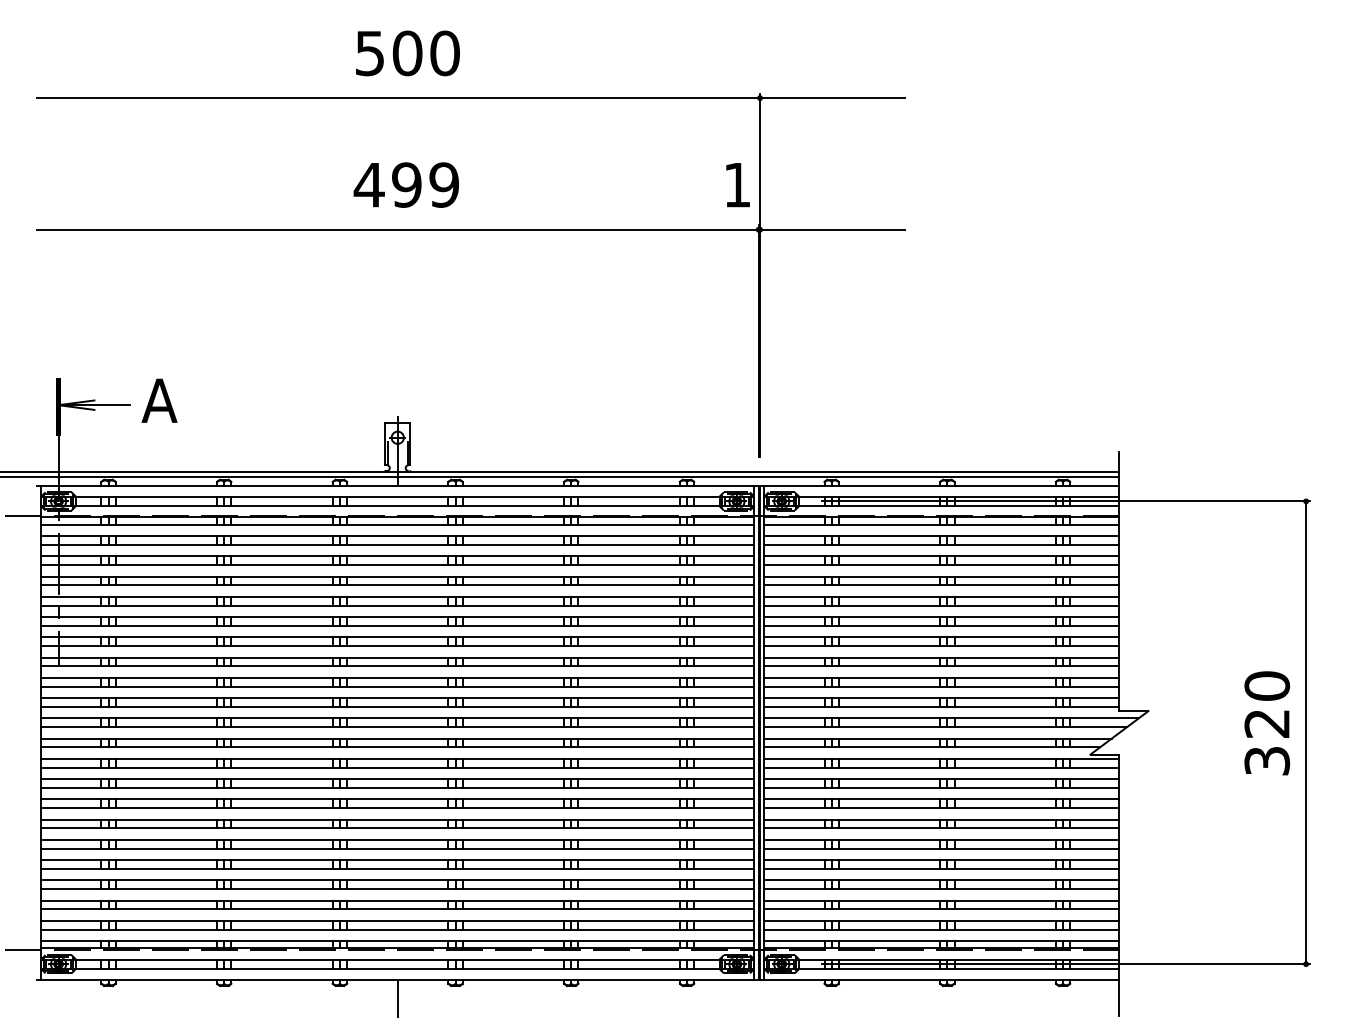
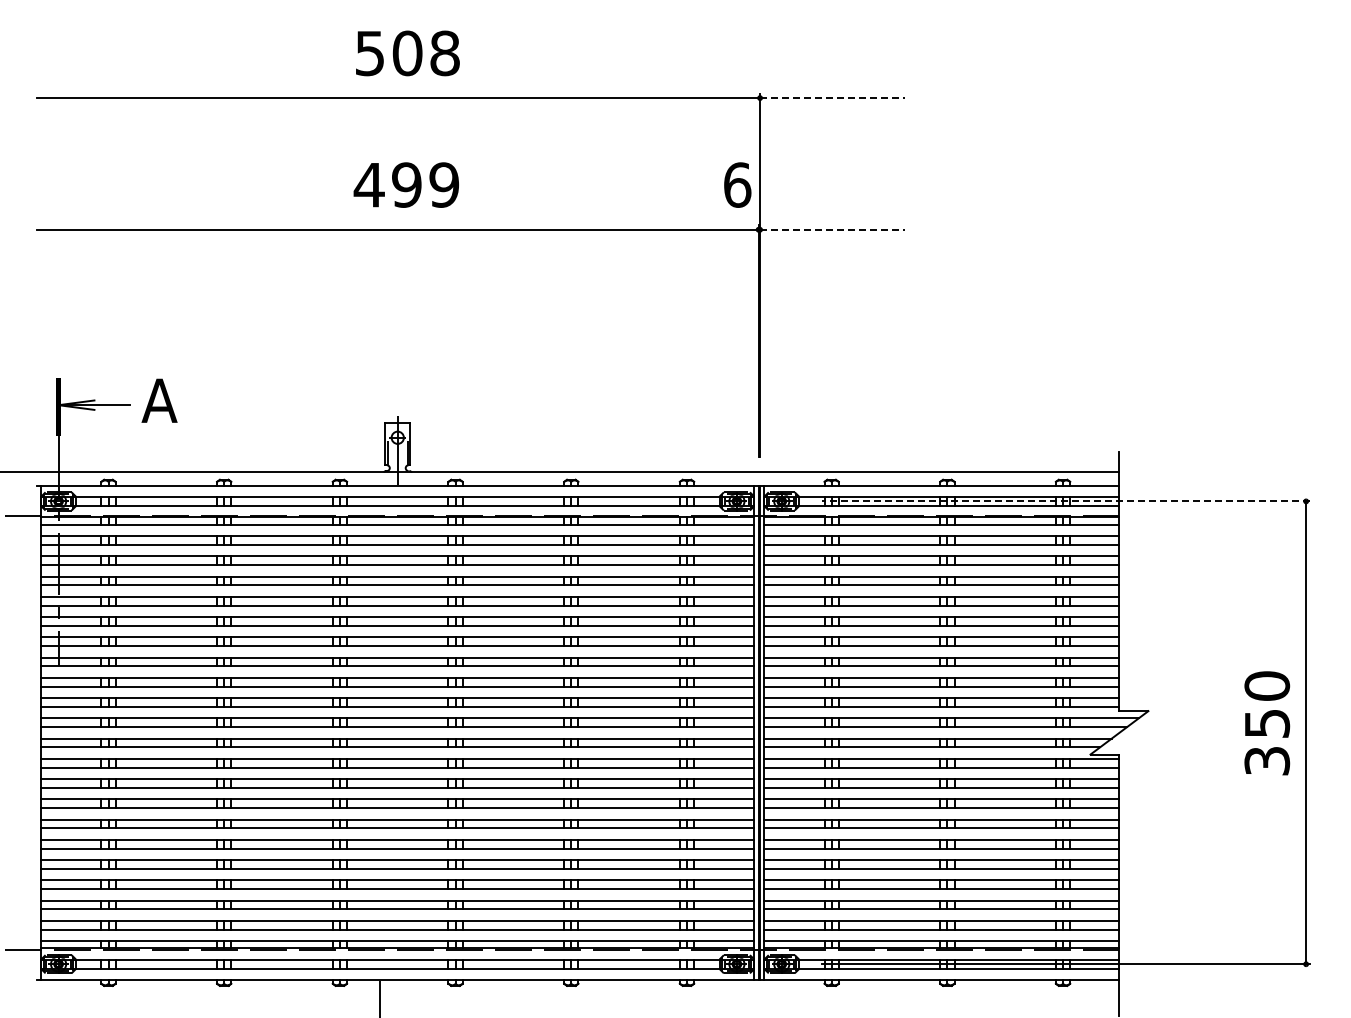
text at (444, 53): 500 -> 508
line at (832, 98): solid -> dashed
text at (737, 184): 1 -> 6
line at (832, 229): solid -> dashed
line at (560, 476): present -> none
line at (1065, 501): solid -> dashed
text at (1267, 723): 320 -> 350
line at (397, 997) position: (397, 997) -> (379, 997)
